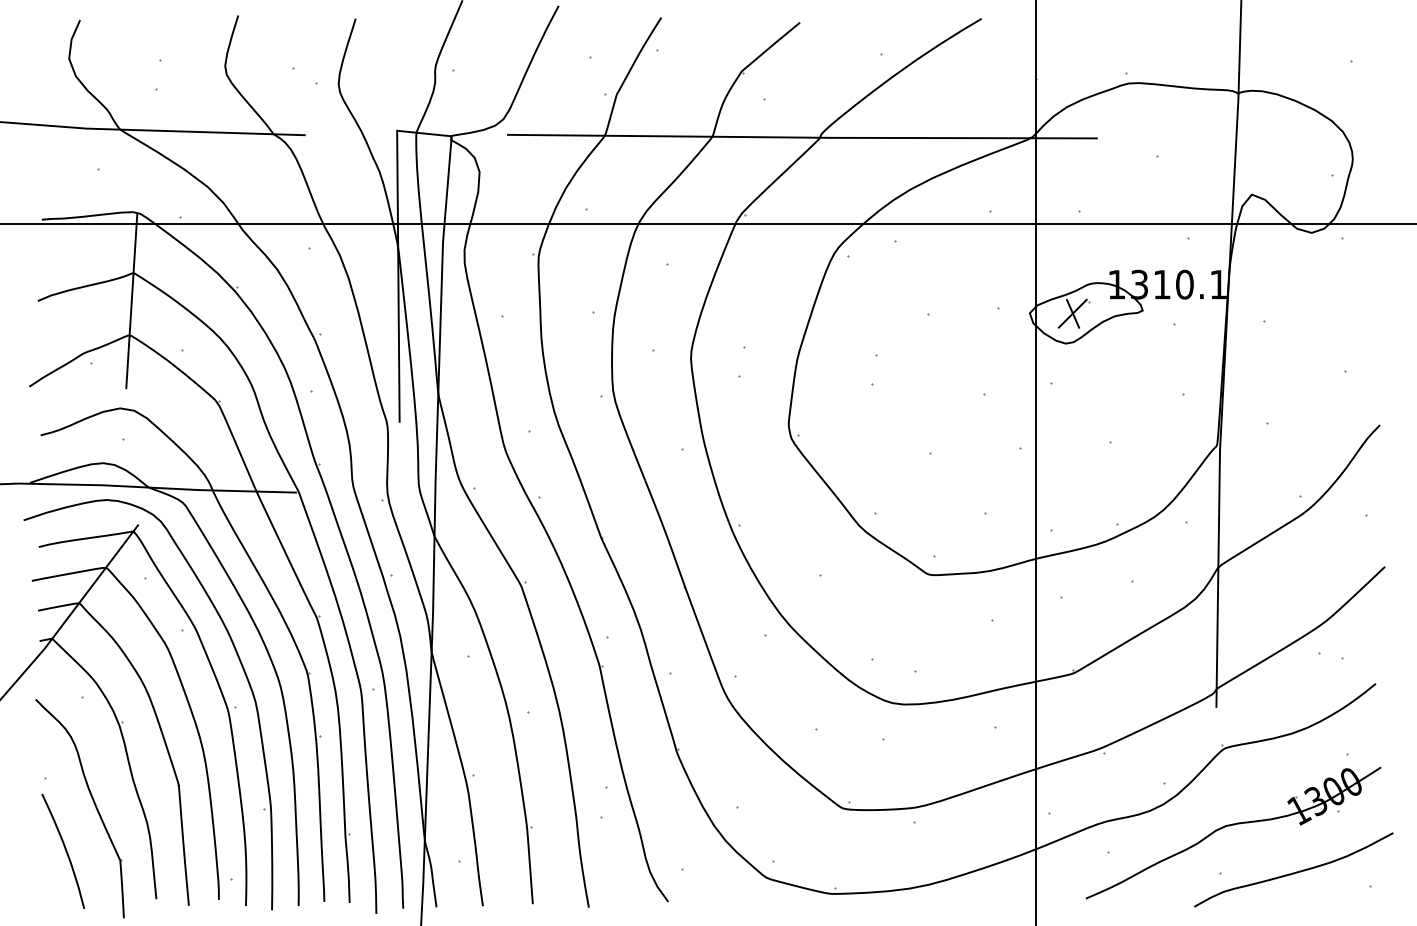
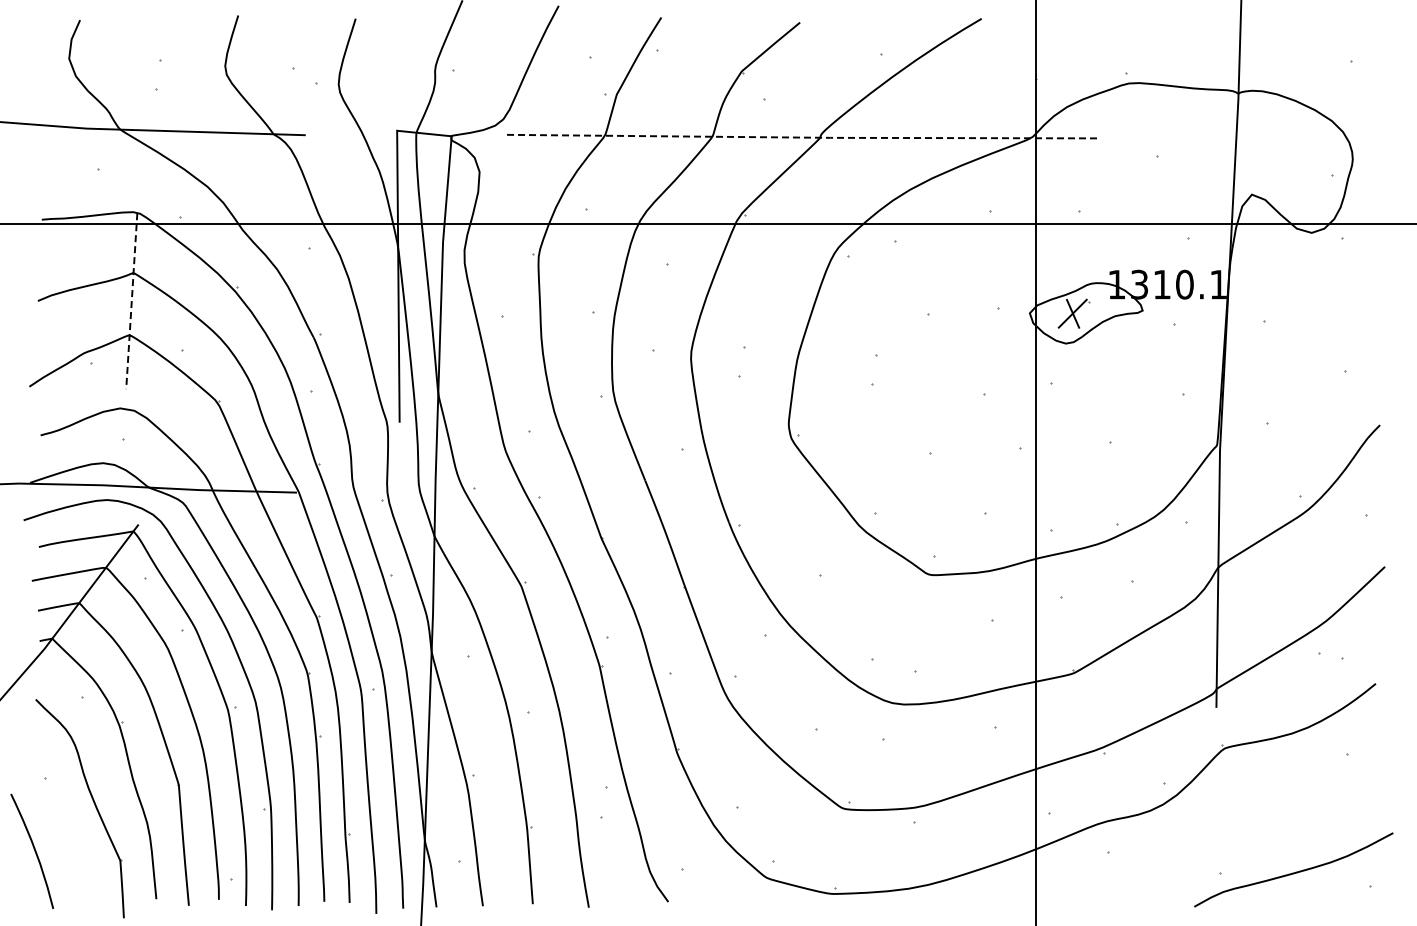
line at (803, 137): solid -> dashed
line at (131, 301): solid -> dashed
part at (1233, 825): present -> none
curve at (64, 849) position: (64, 849) -> (33, 849)
